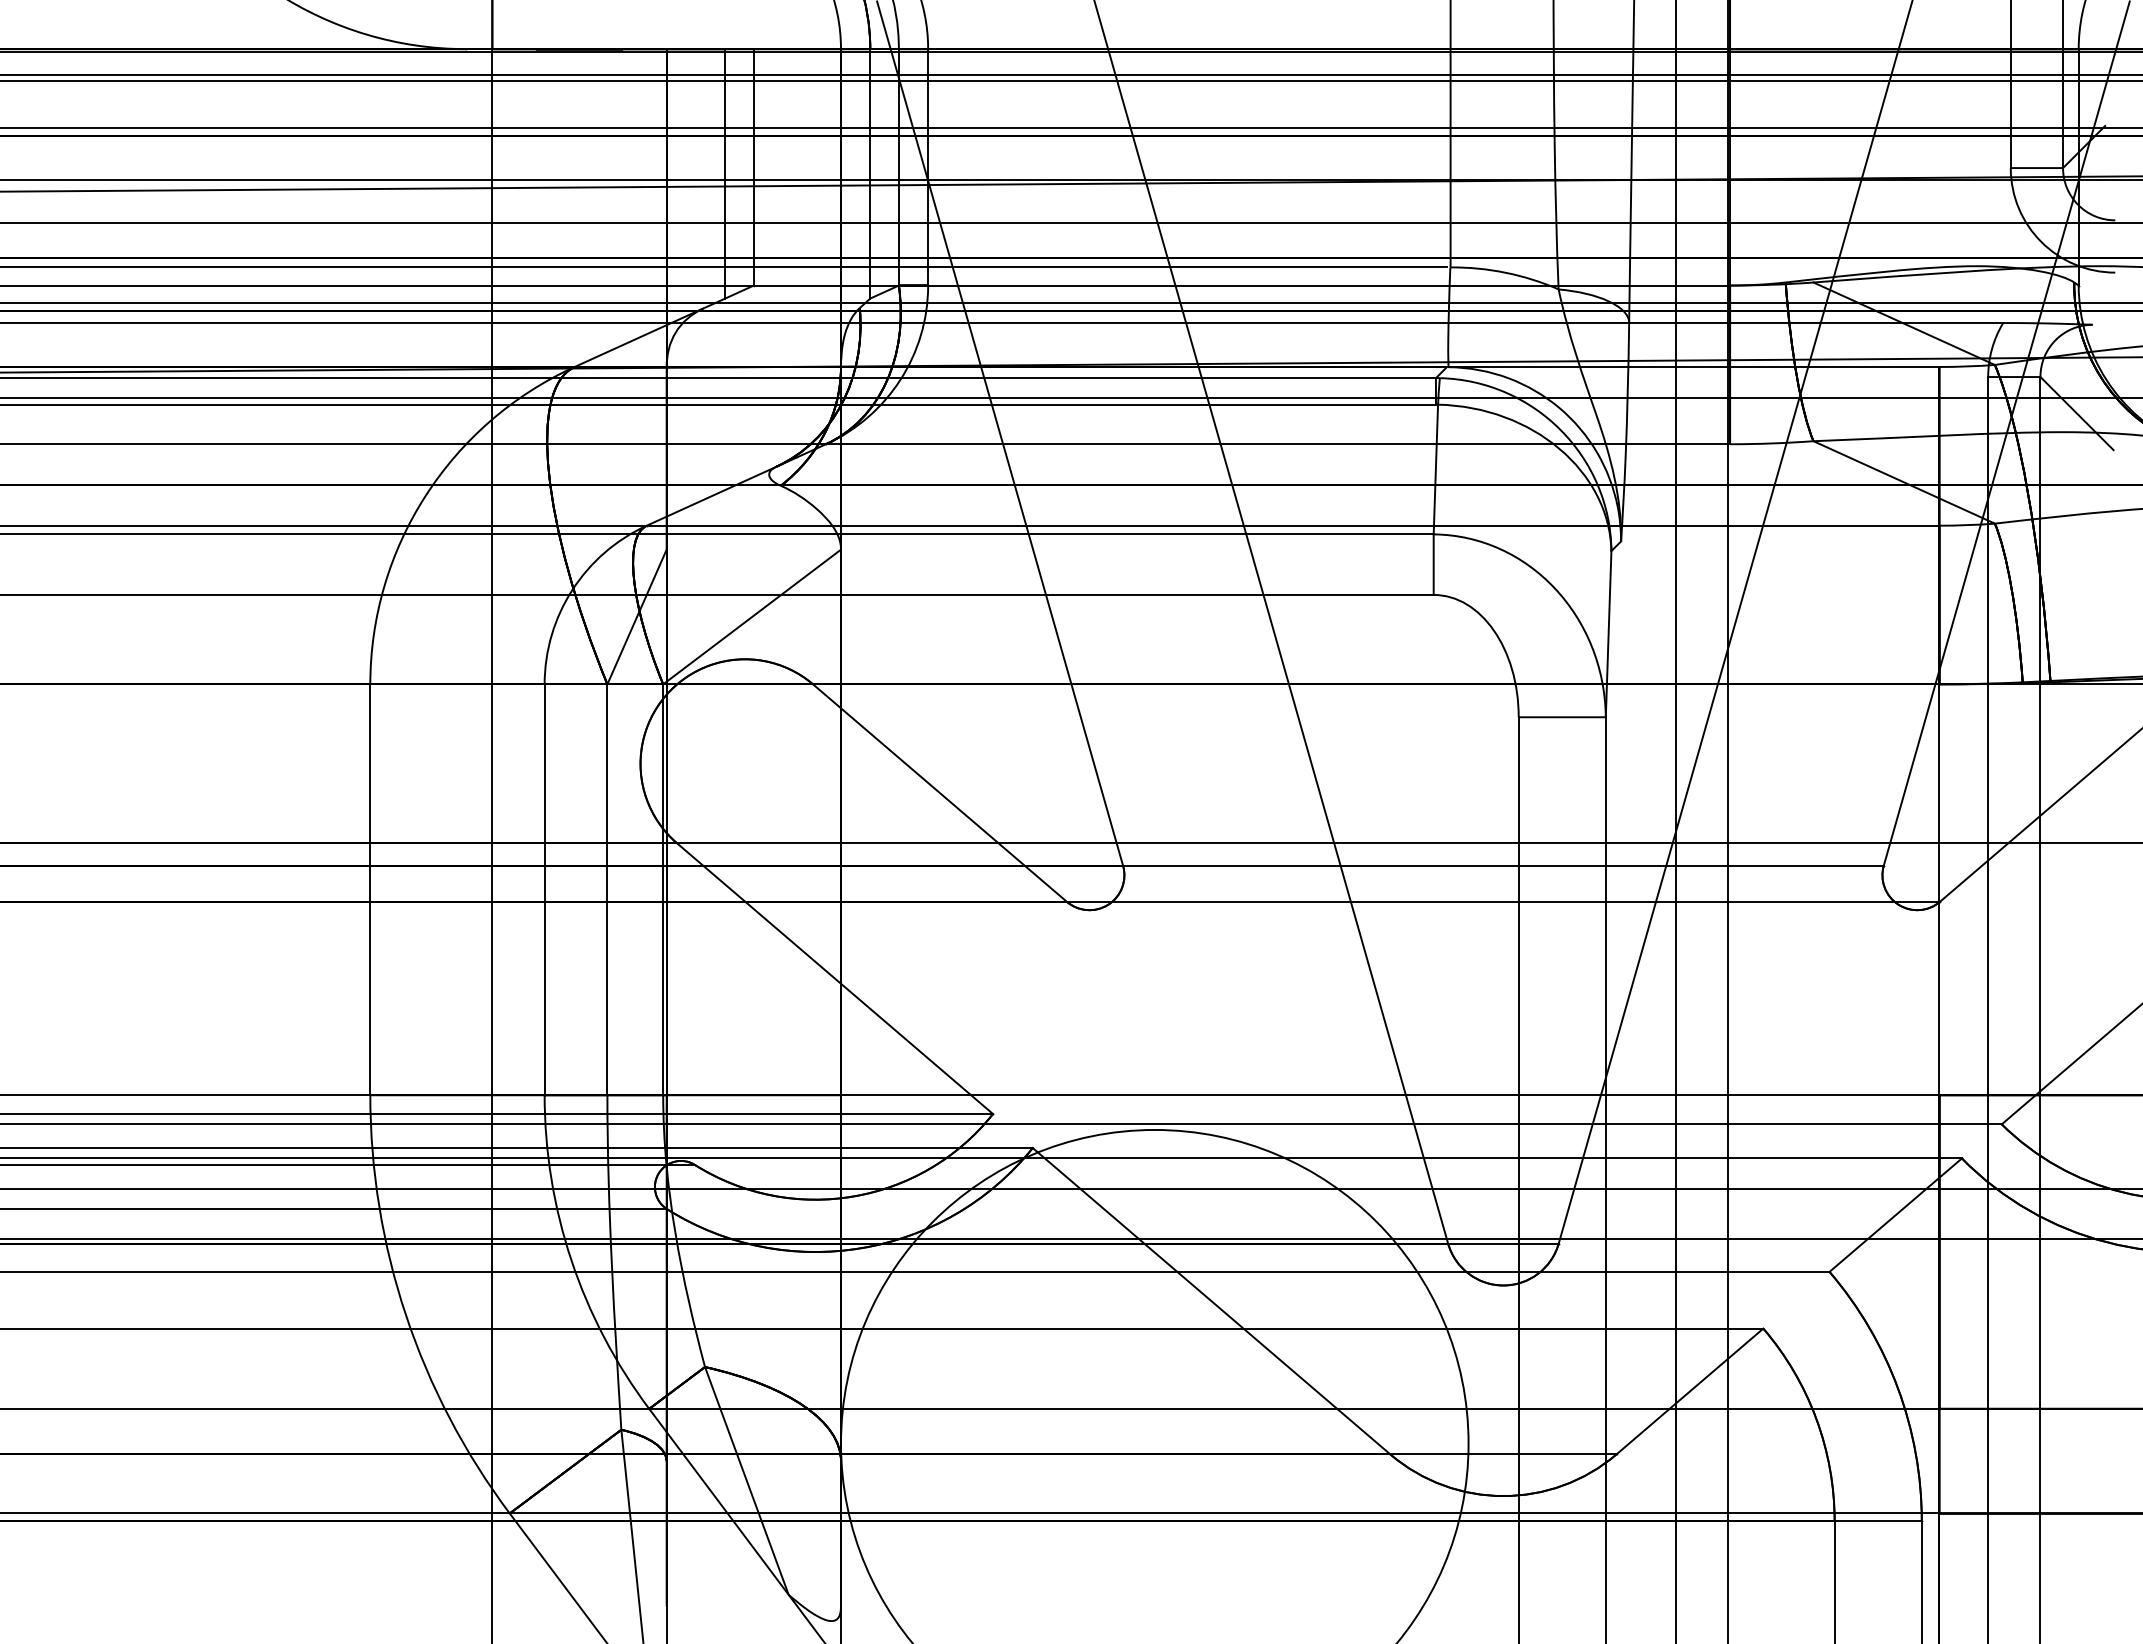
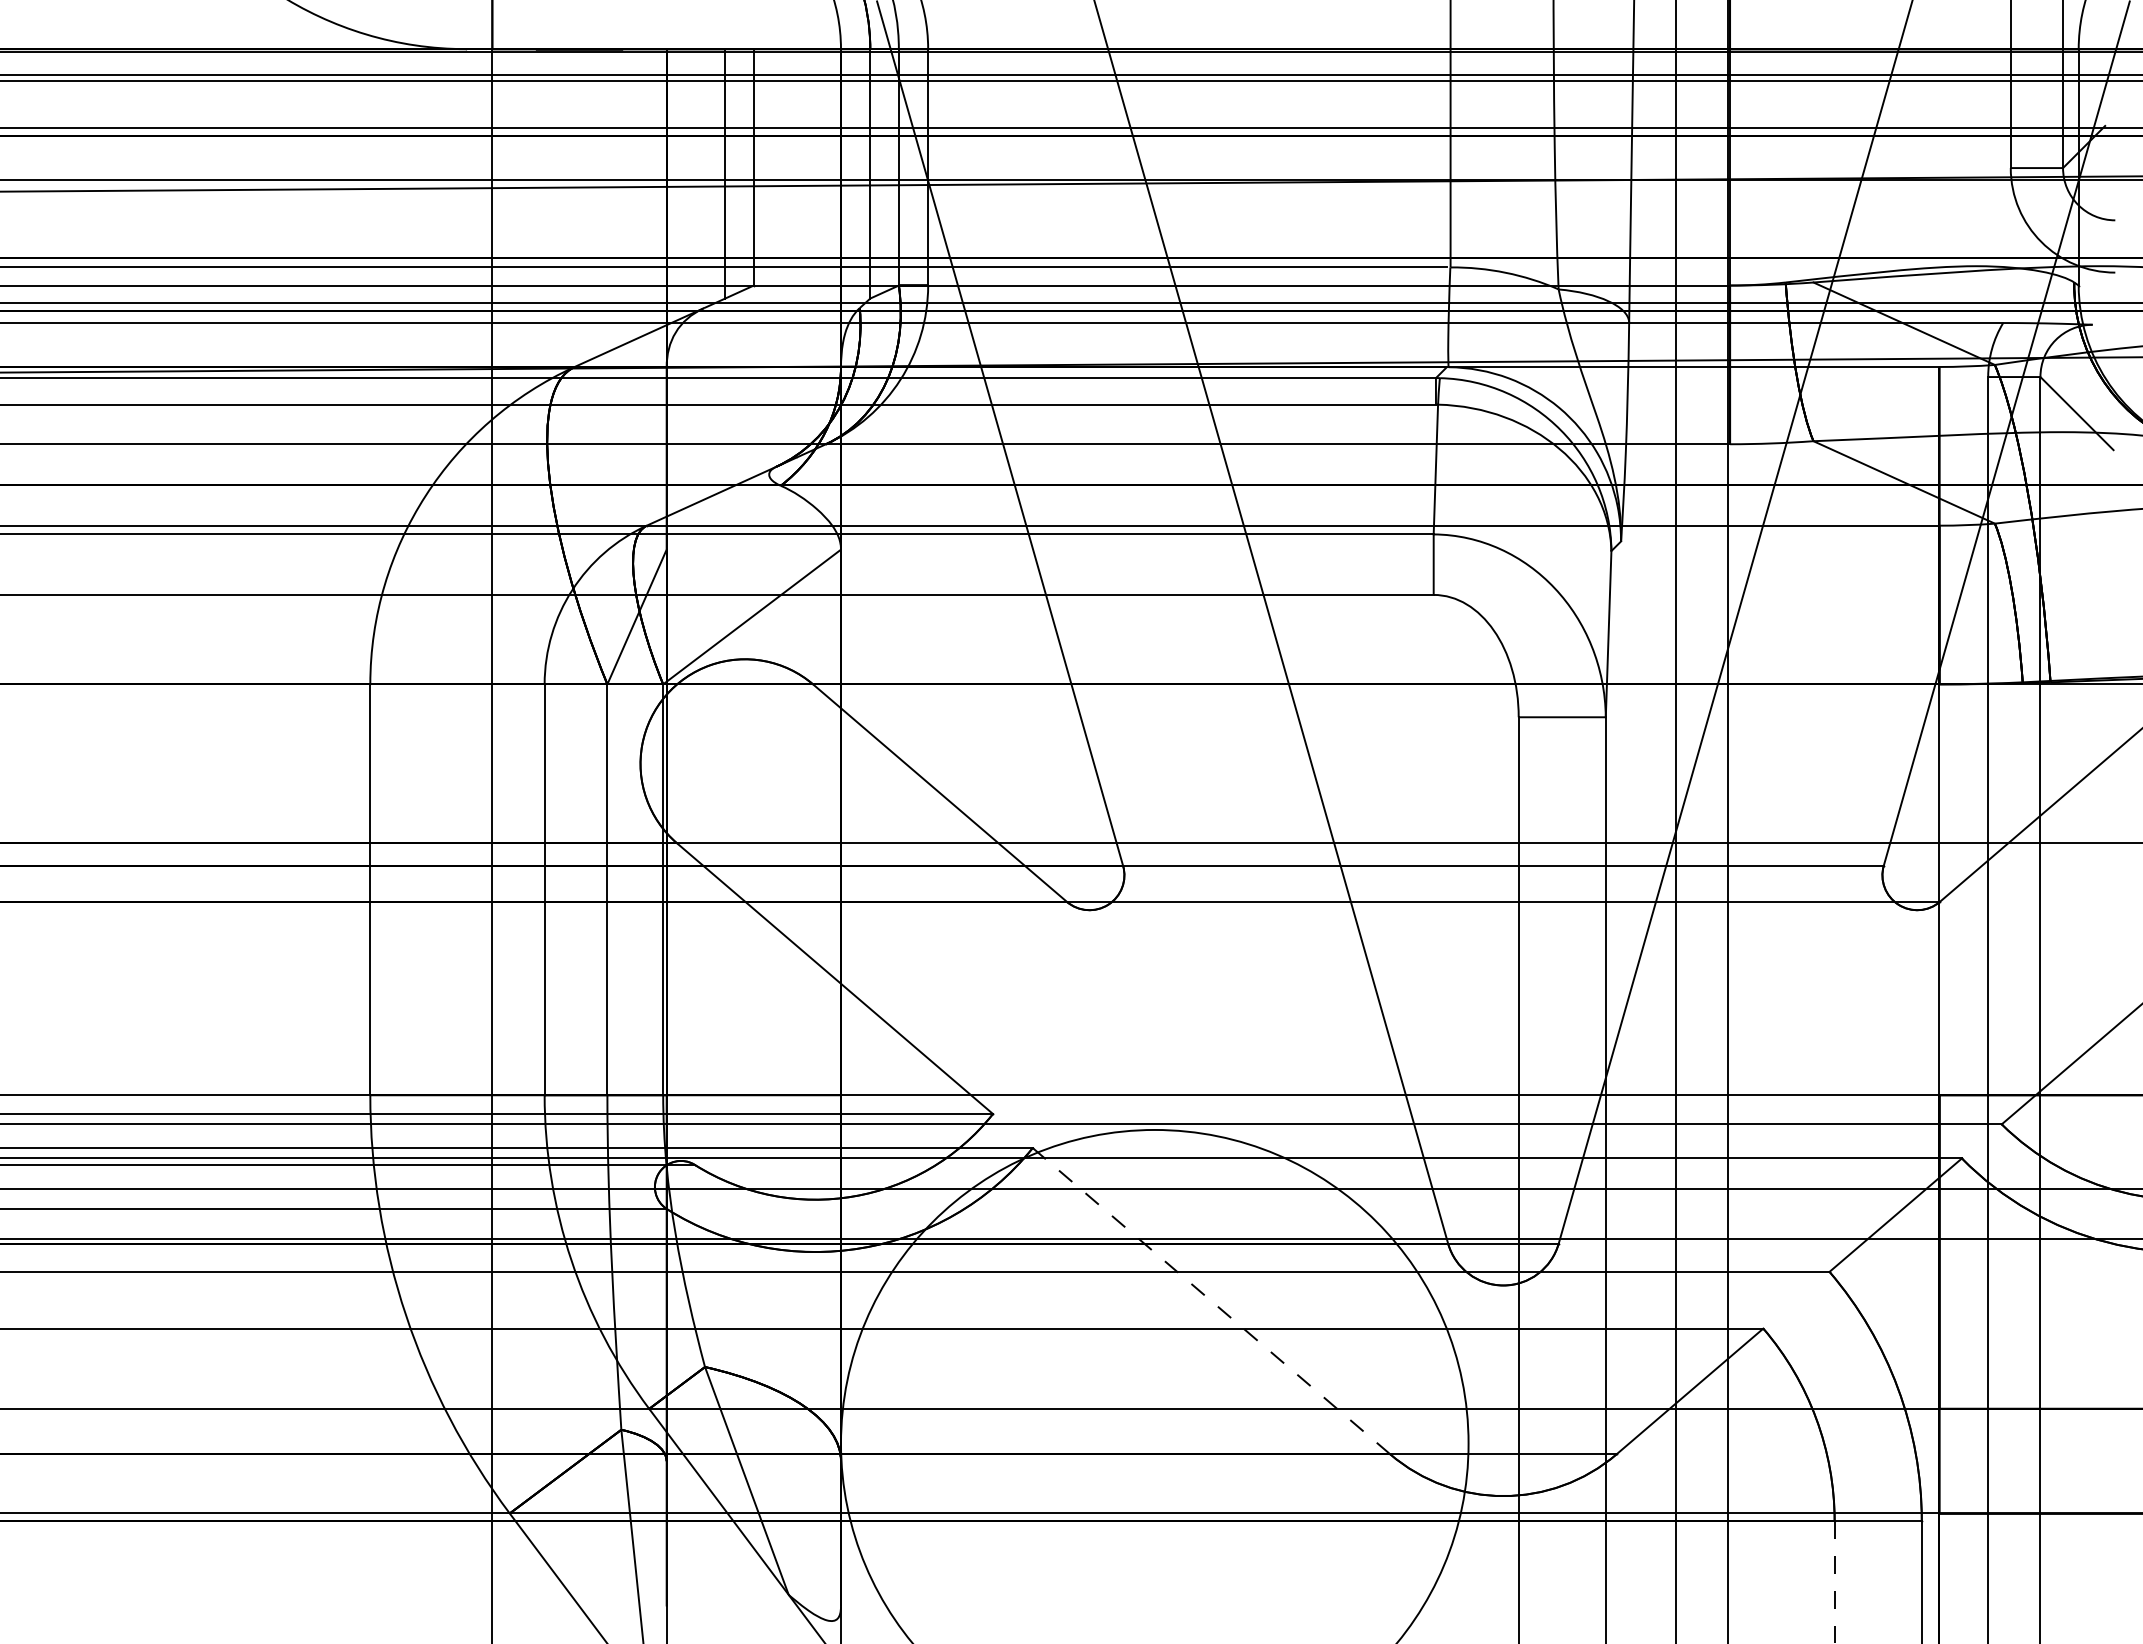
line at (1070, 223): present -> none
line at (1070, 397): present -> none
line at (1211, 1300): solid -> dashed
line at (1834, 1582): solid -> dashed
